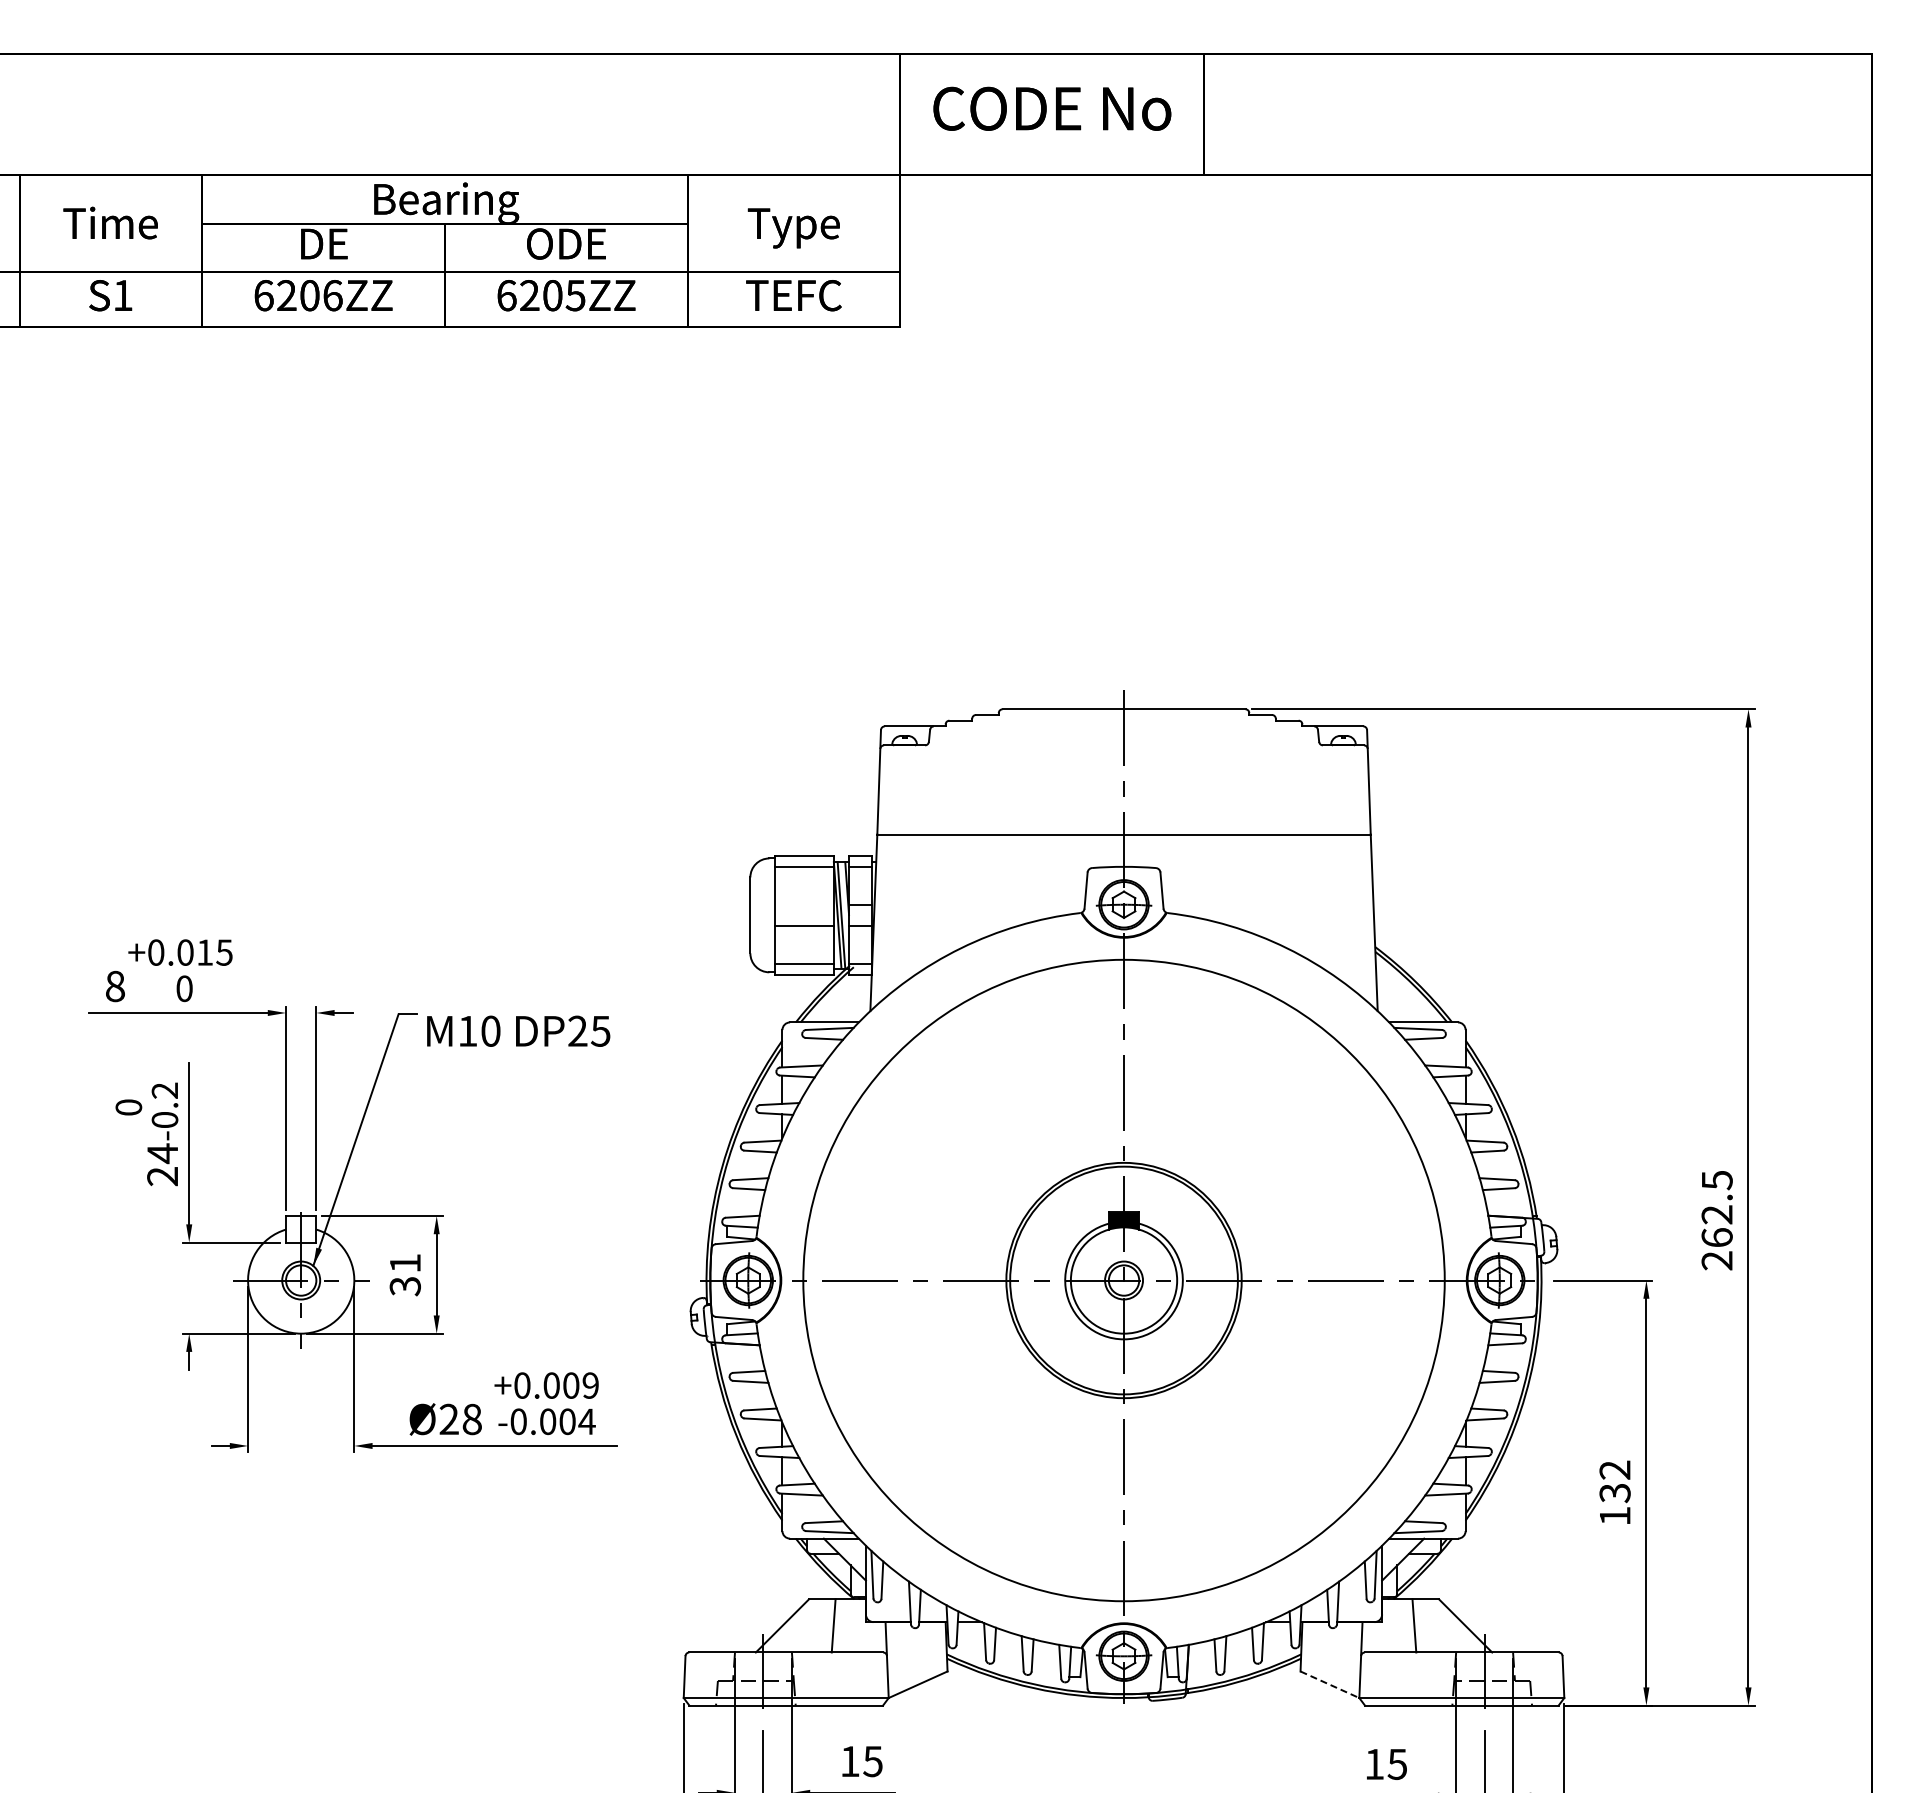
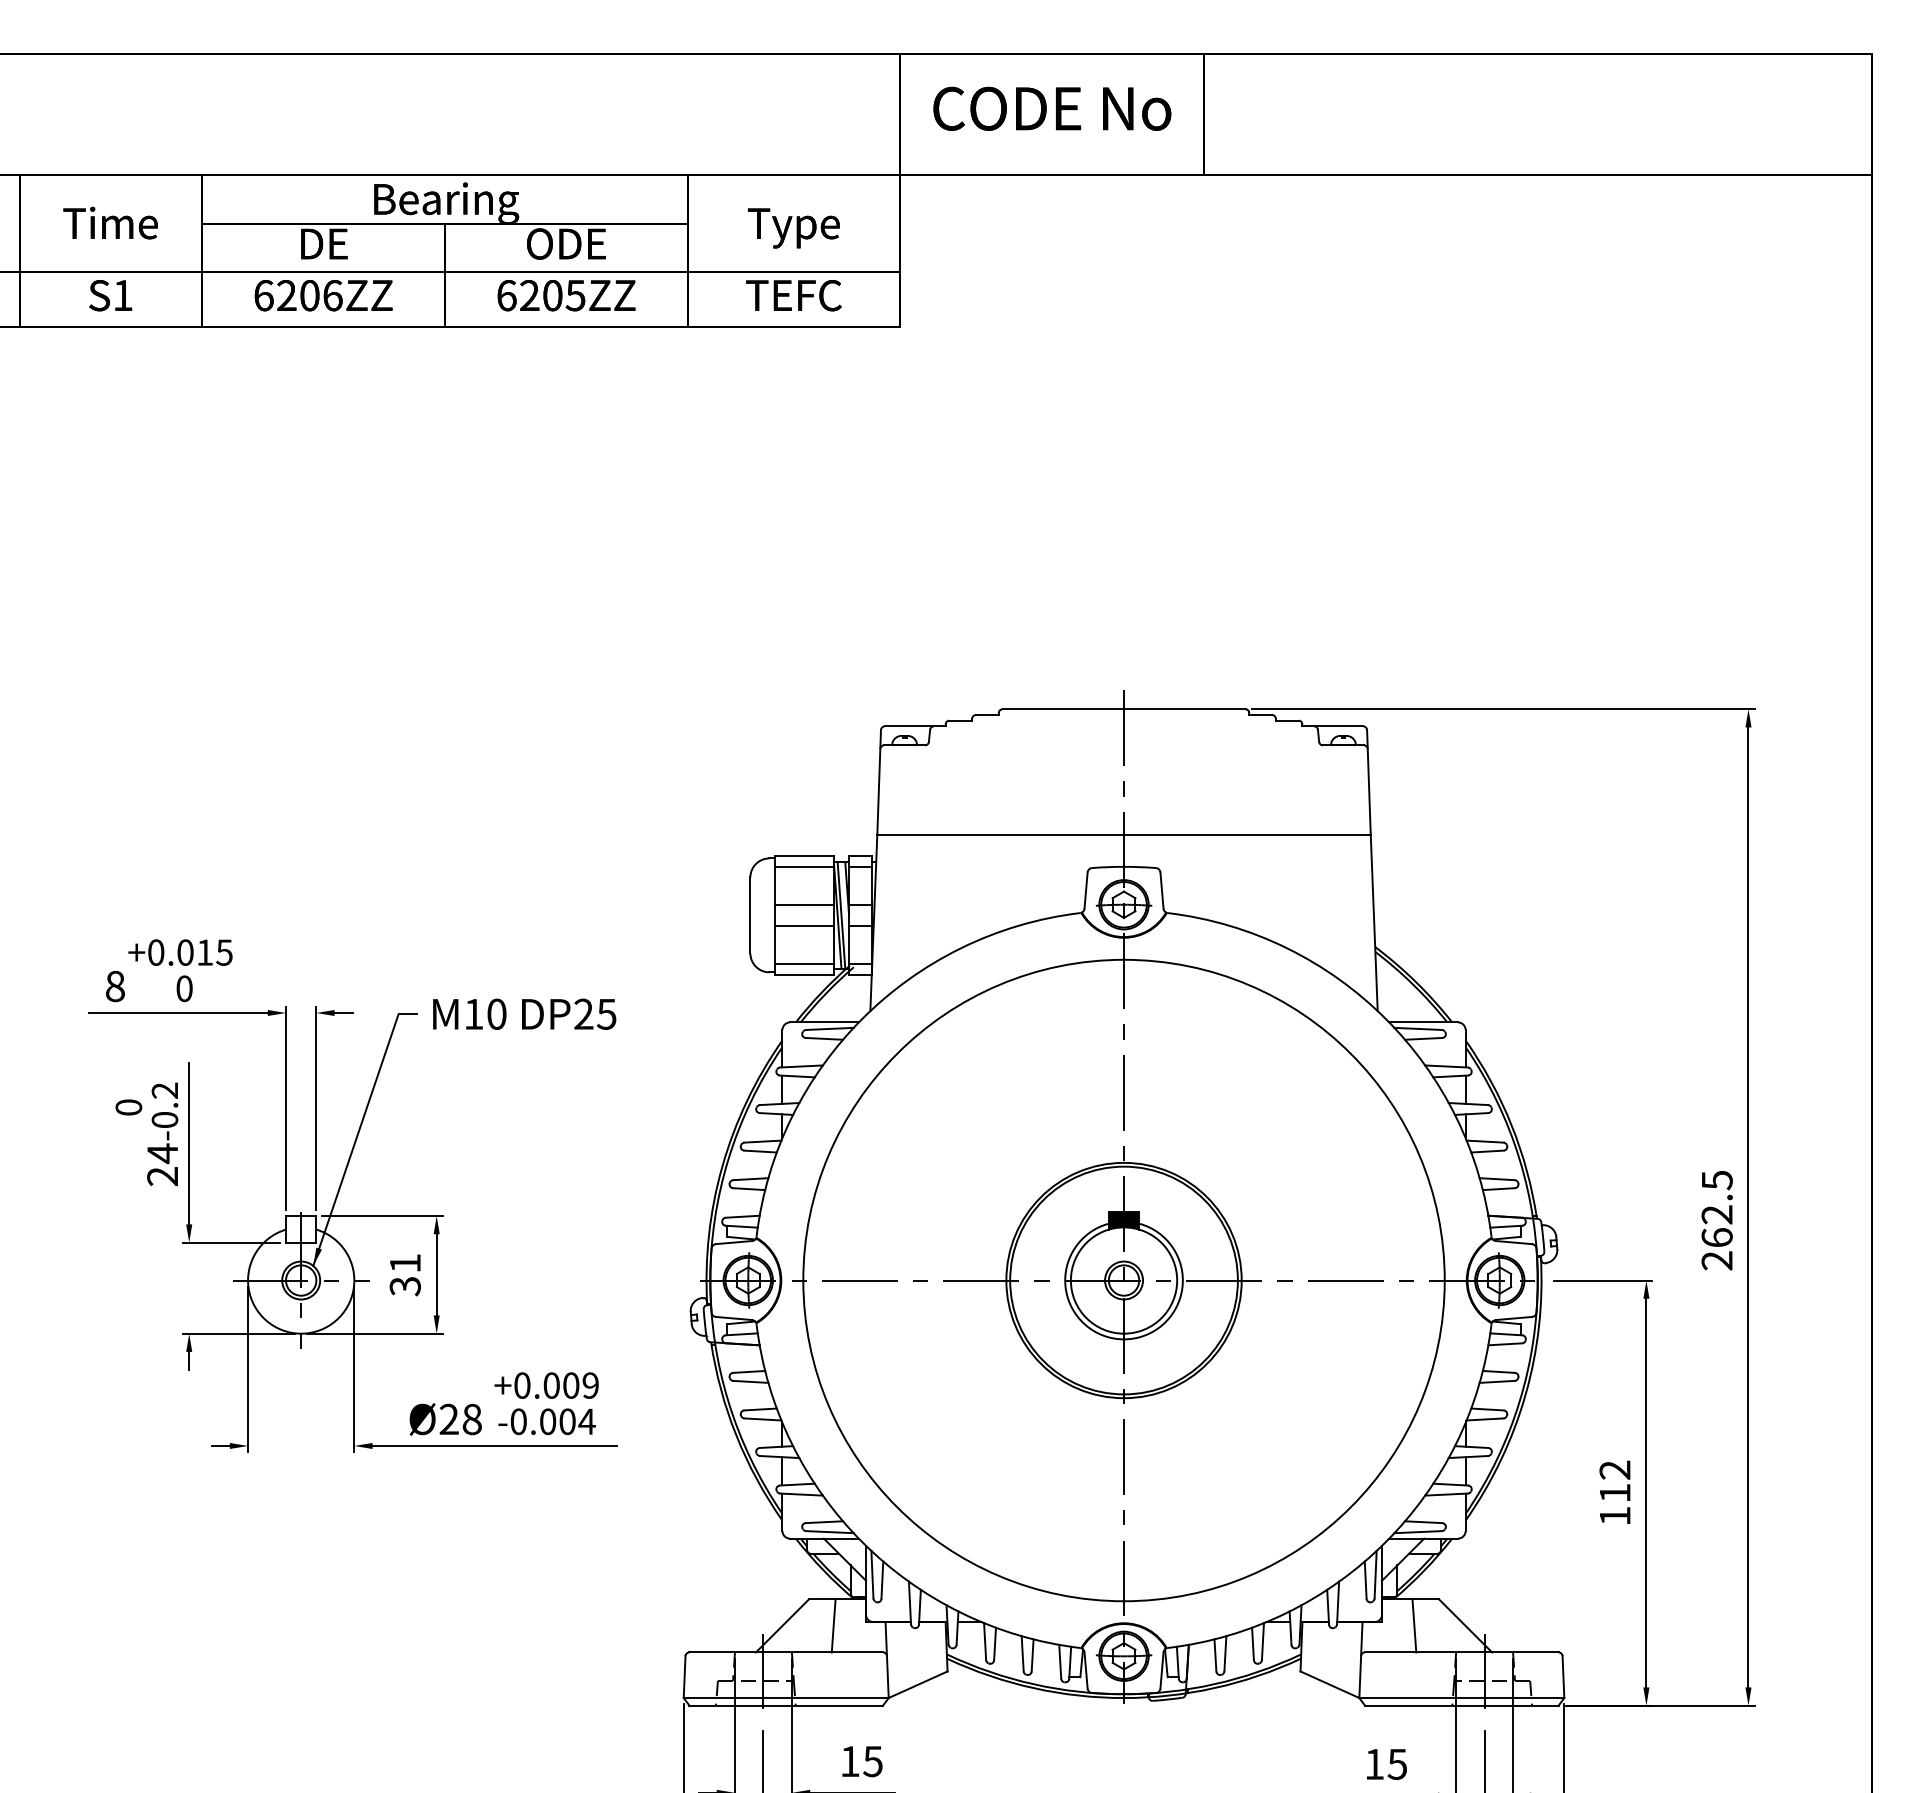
line at (804, 904): none -> present
text at (518, 1030) position: (518, 1030) -> (524, 1013)
text at (1614, 1493): 132 -> 112
line at (1330, 1684): dashed -> solid
